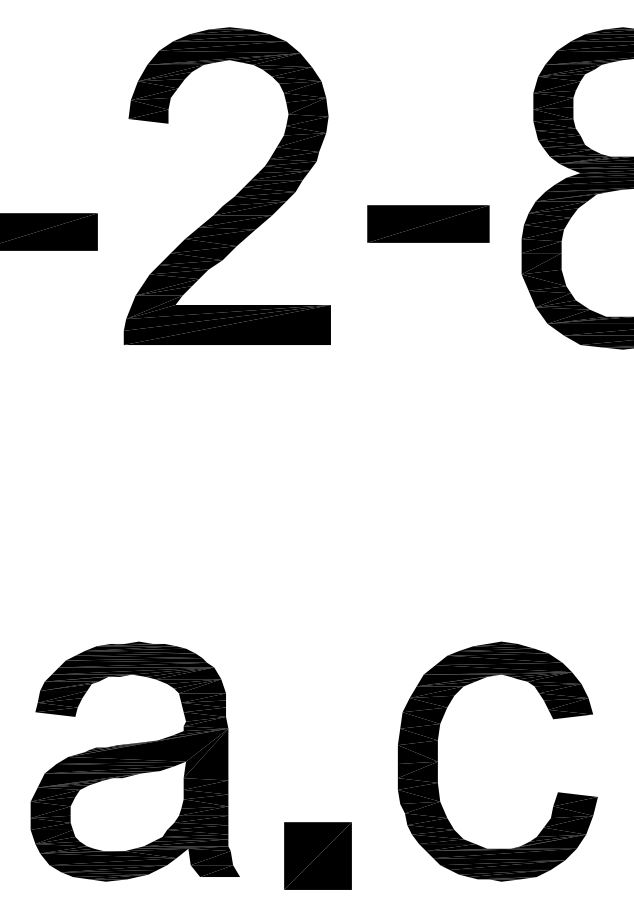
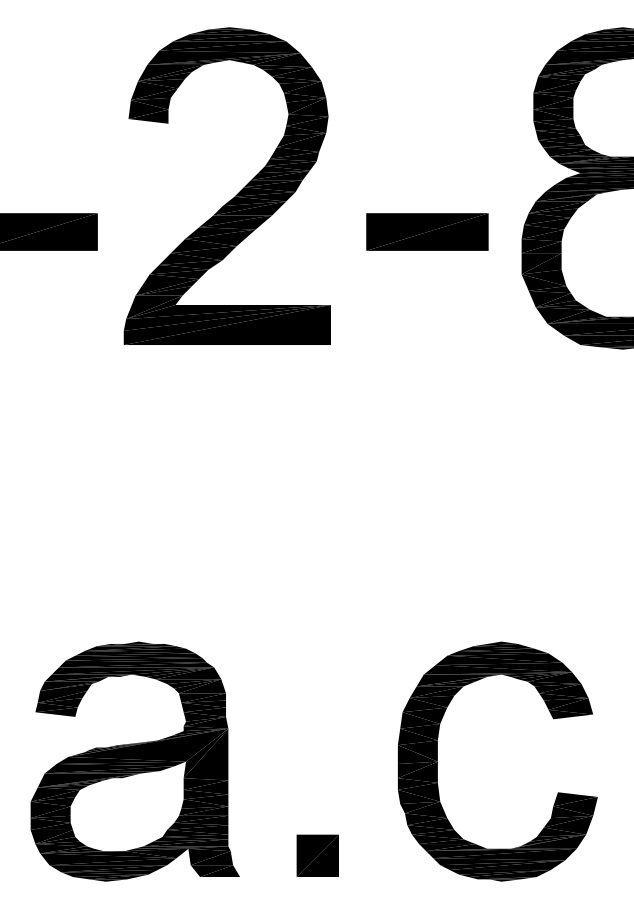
part at (428, 223) position: (428, 223) -> (427, 231)
part at (317, 855) size: 68x68 px -> 43x43 px
